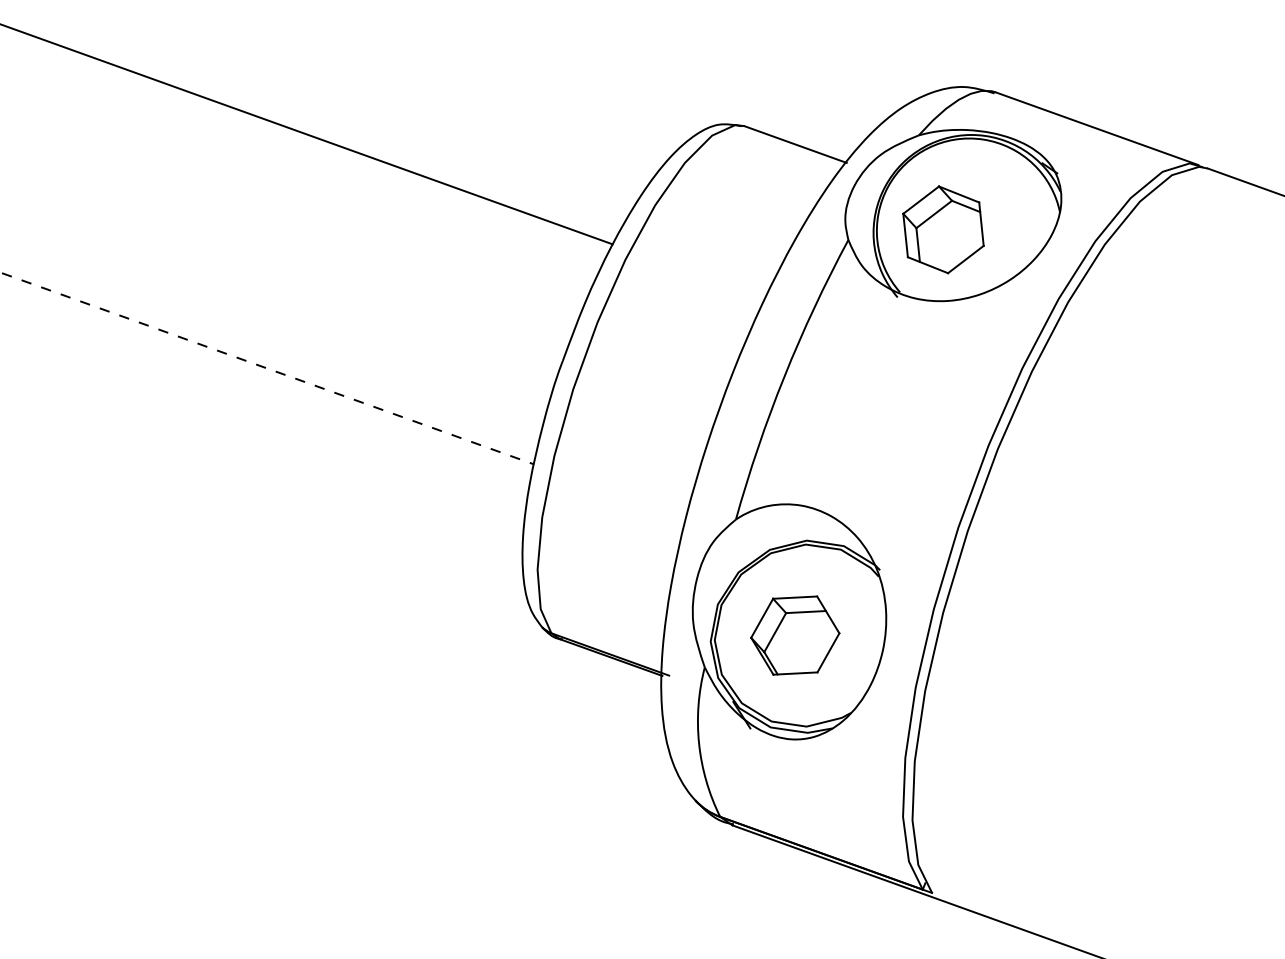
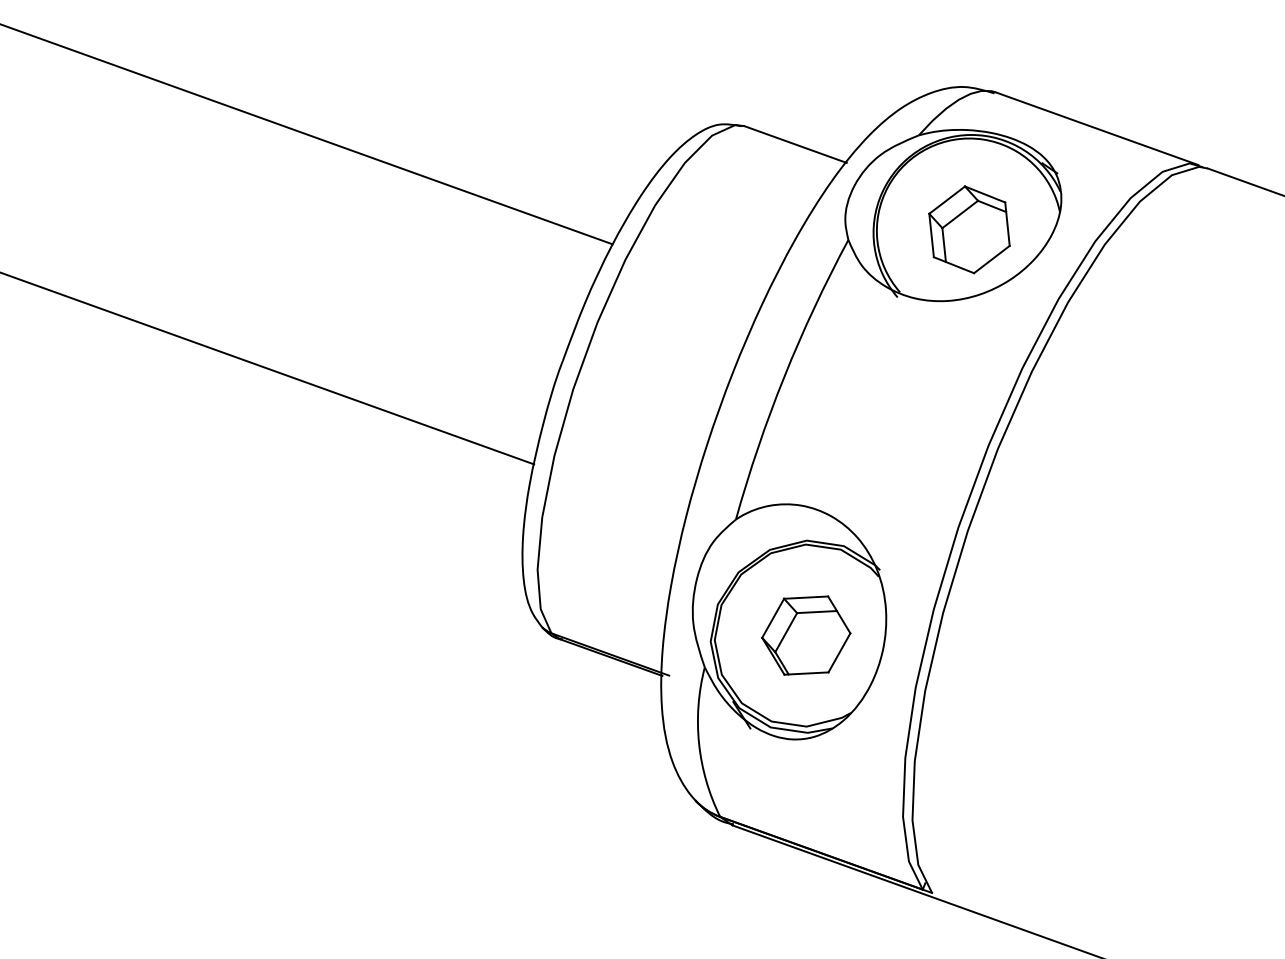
part at (943, 229) position: (943, 229) -> (969, 229)
line at (267, 368): dashed -> solid
part at (795, 635) position: (795, 635) -> (806, 635)
